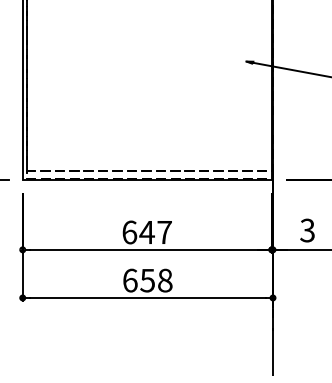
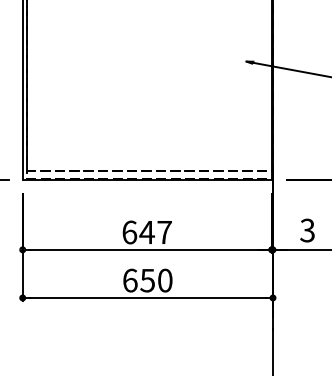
text at (165, 280): 658 -> 650
